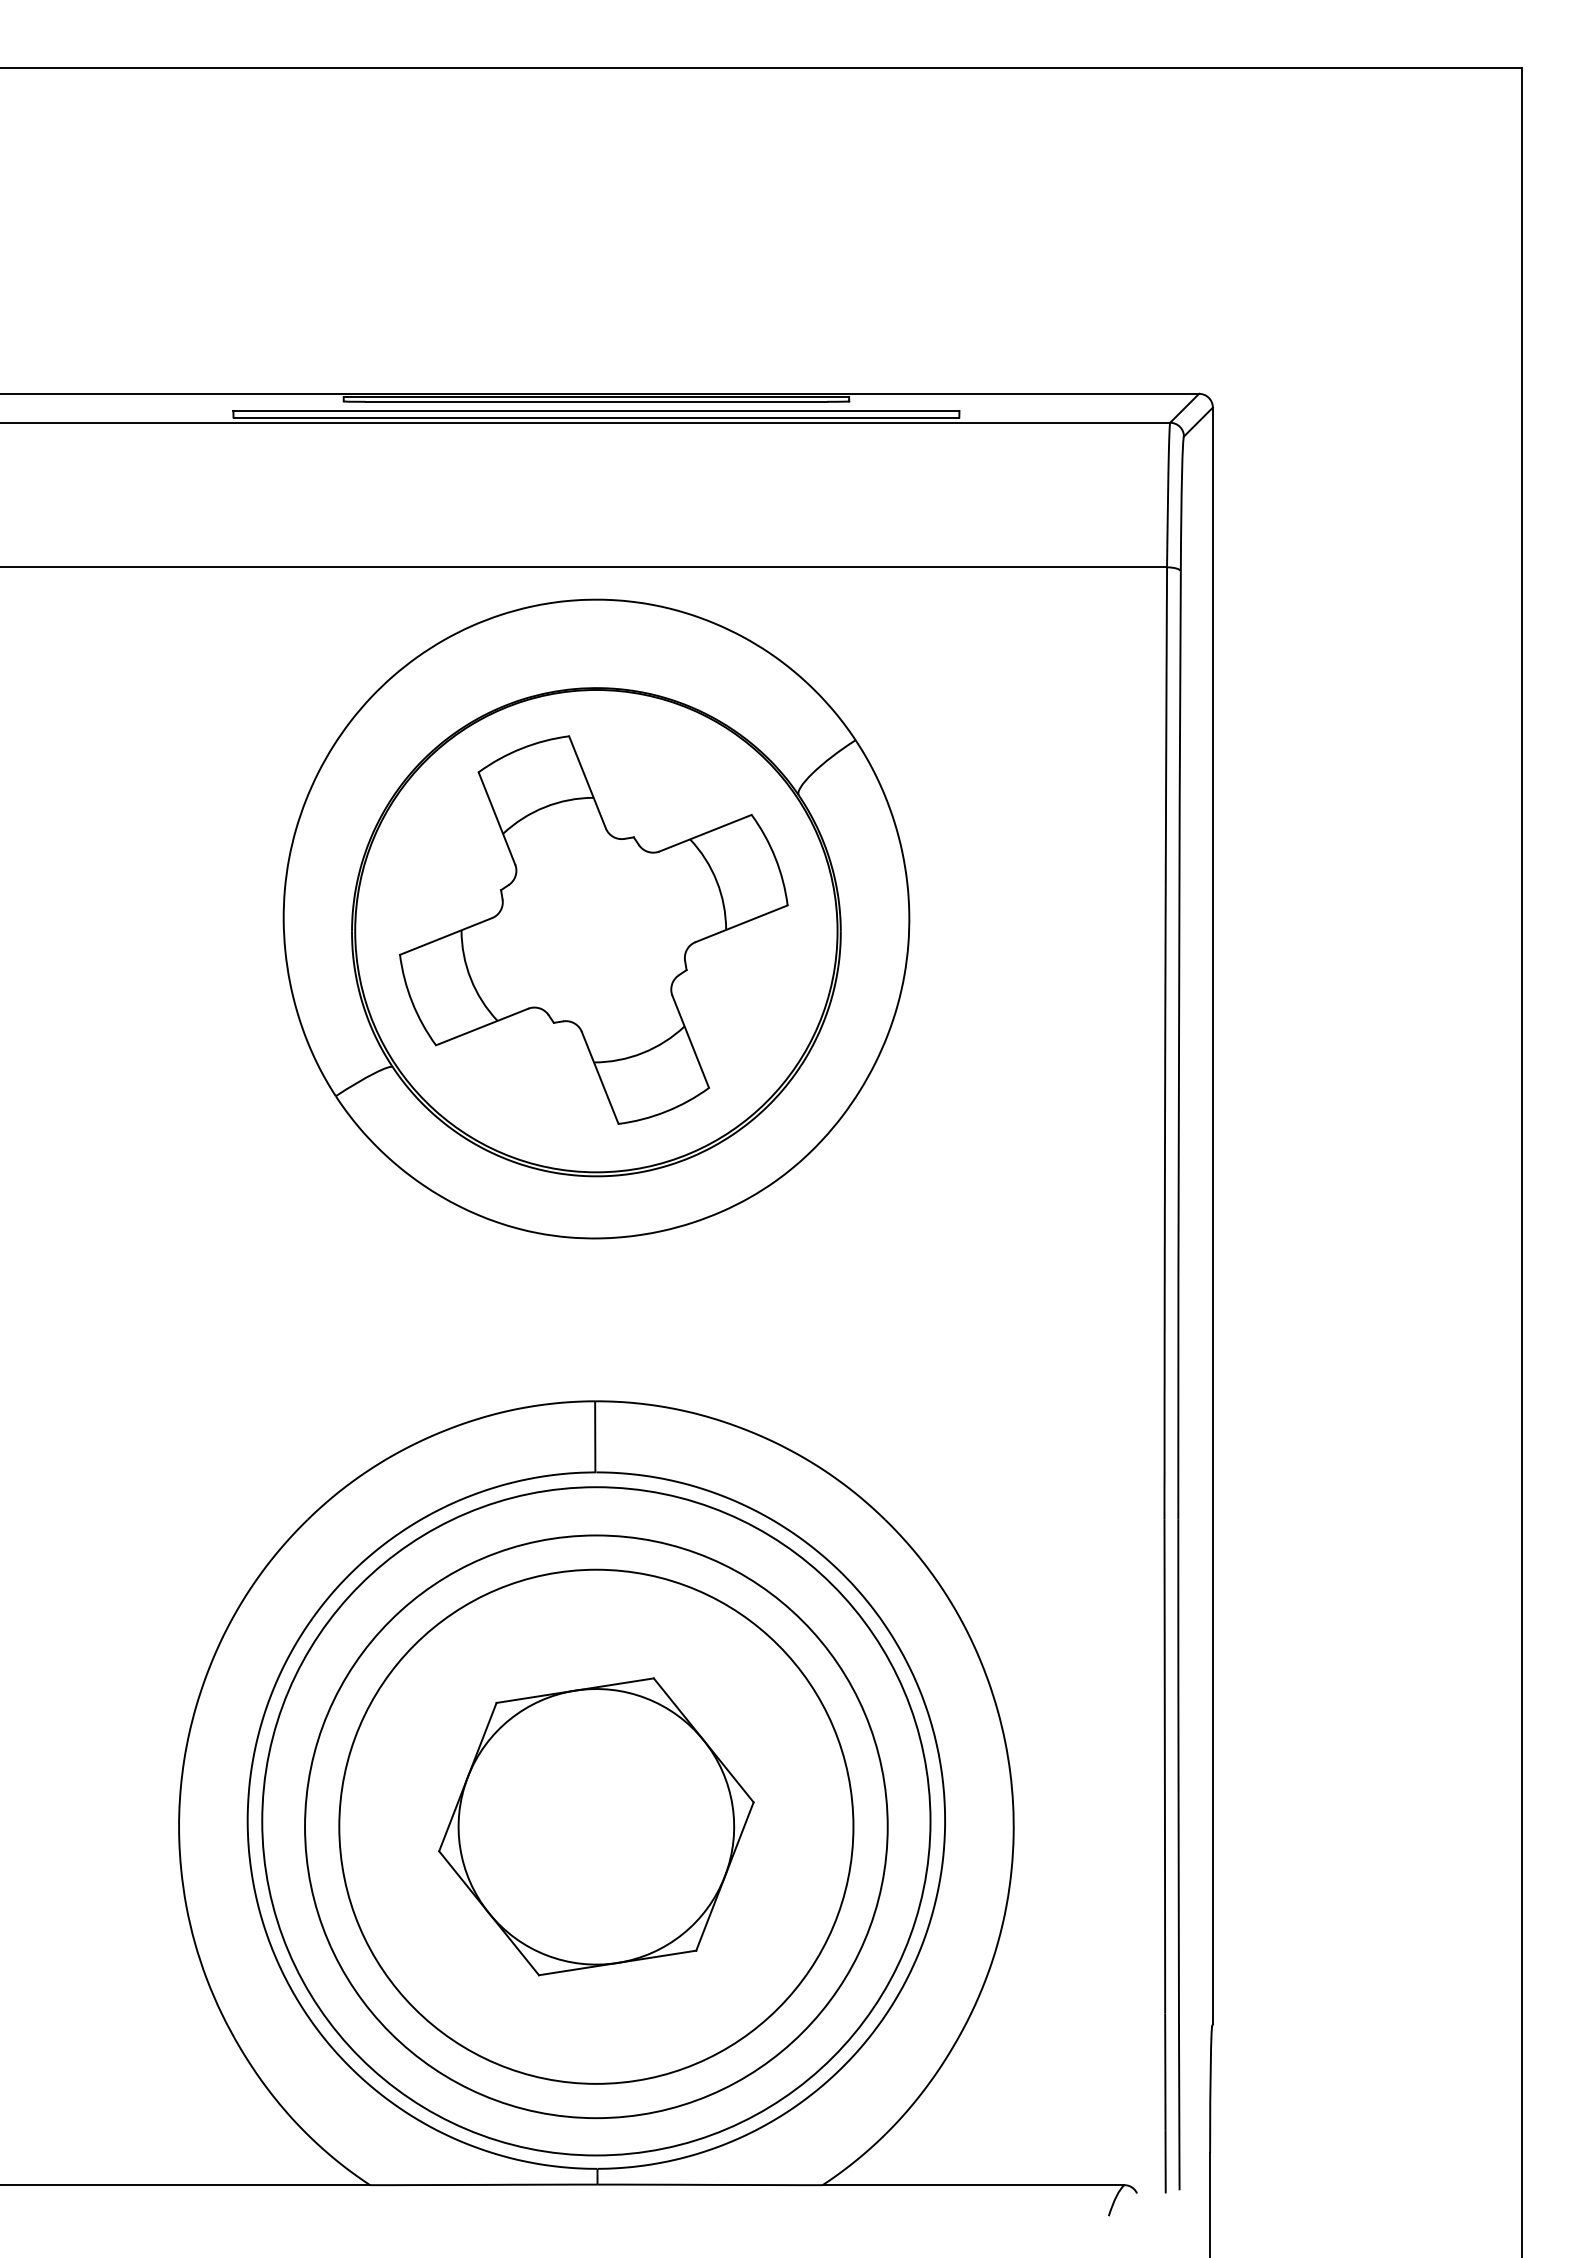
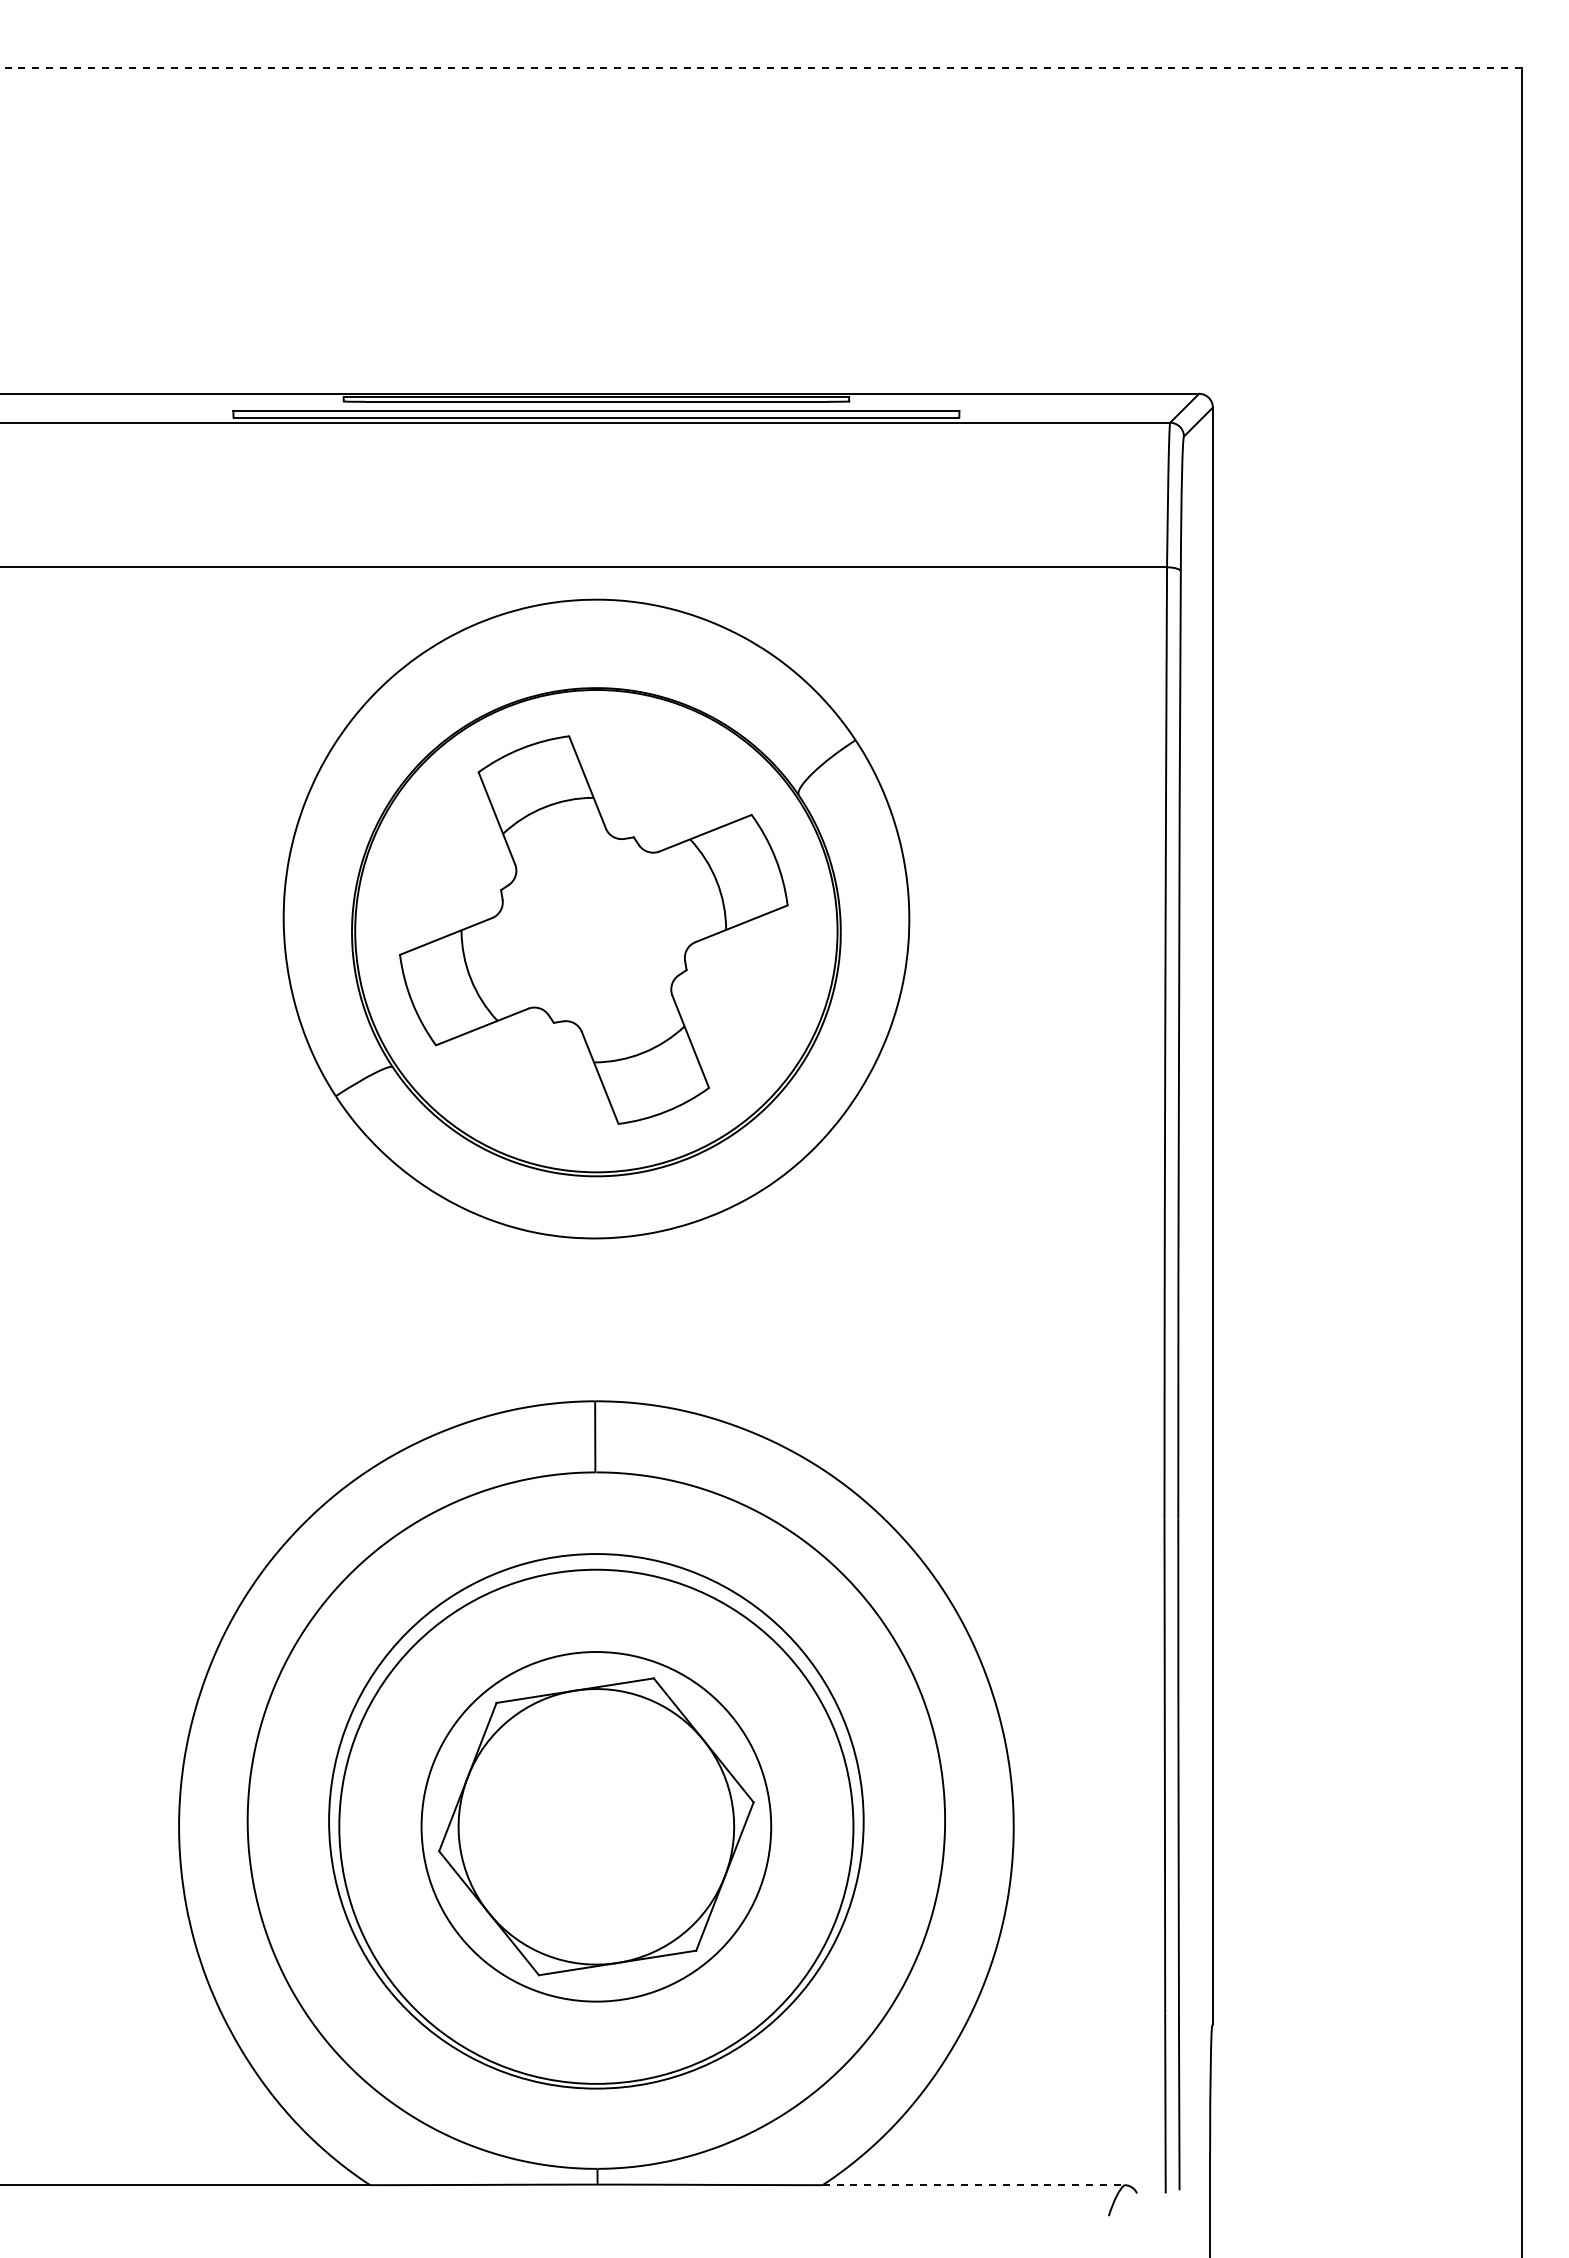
line at (760, 67): solid -> dashed
circle at (596, 1821) diameter: 668 px -> 535 px
circle at (596, 1826) diameter: 583 px -> 350 px
line at (973, 2185): solid -> dashed
